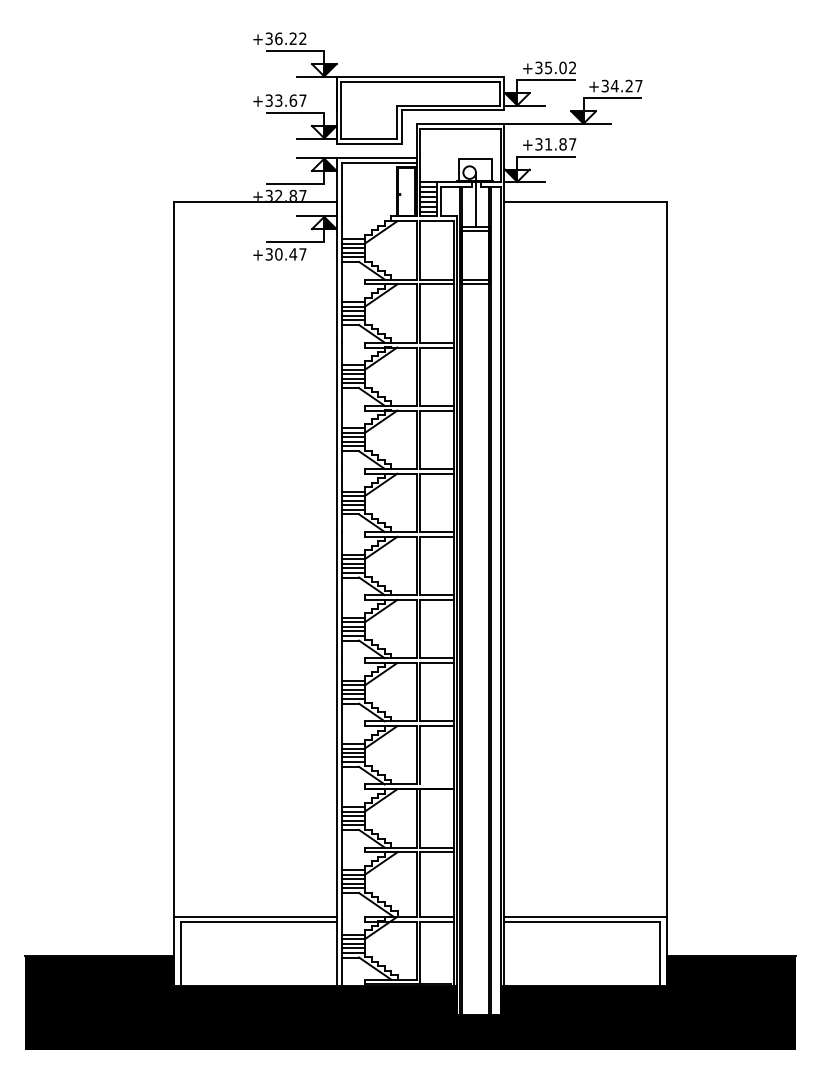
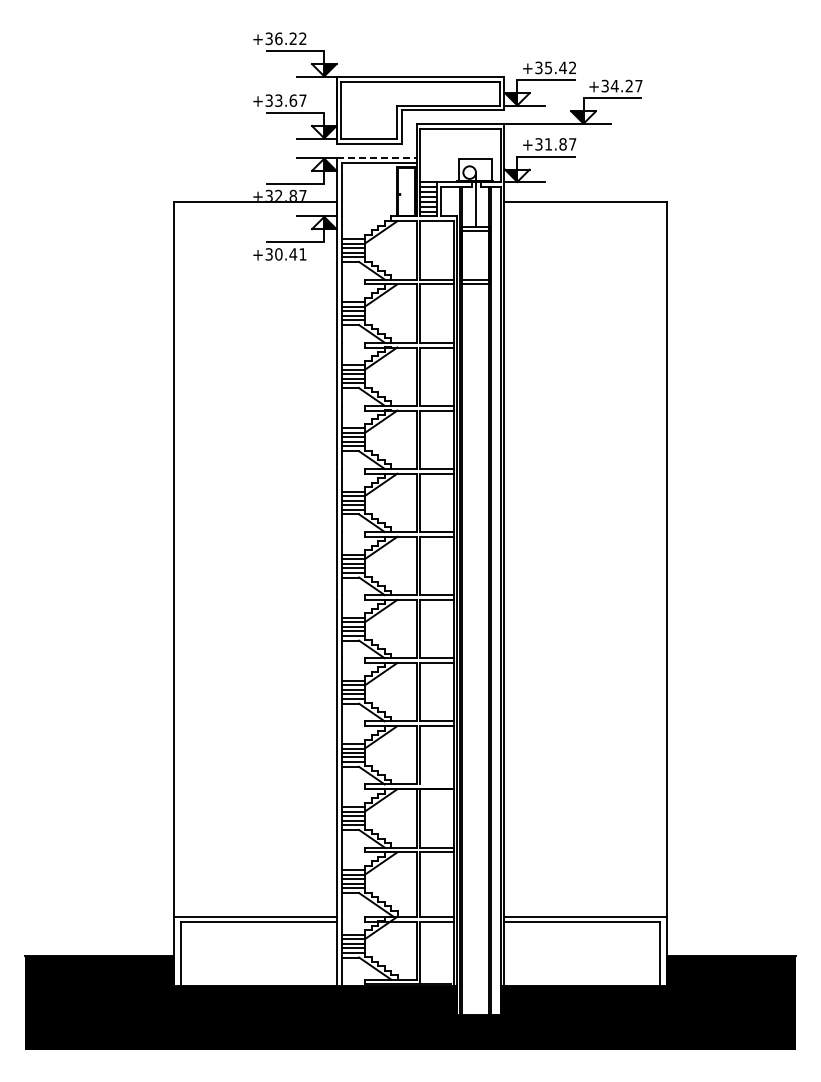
text at (562, 67): +35.02 -> +35.42
line at (376, 158): solid -> dashed
text at (302, 254): +30.47 -> +30.41
